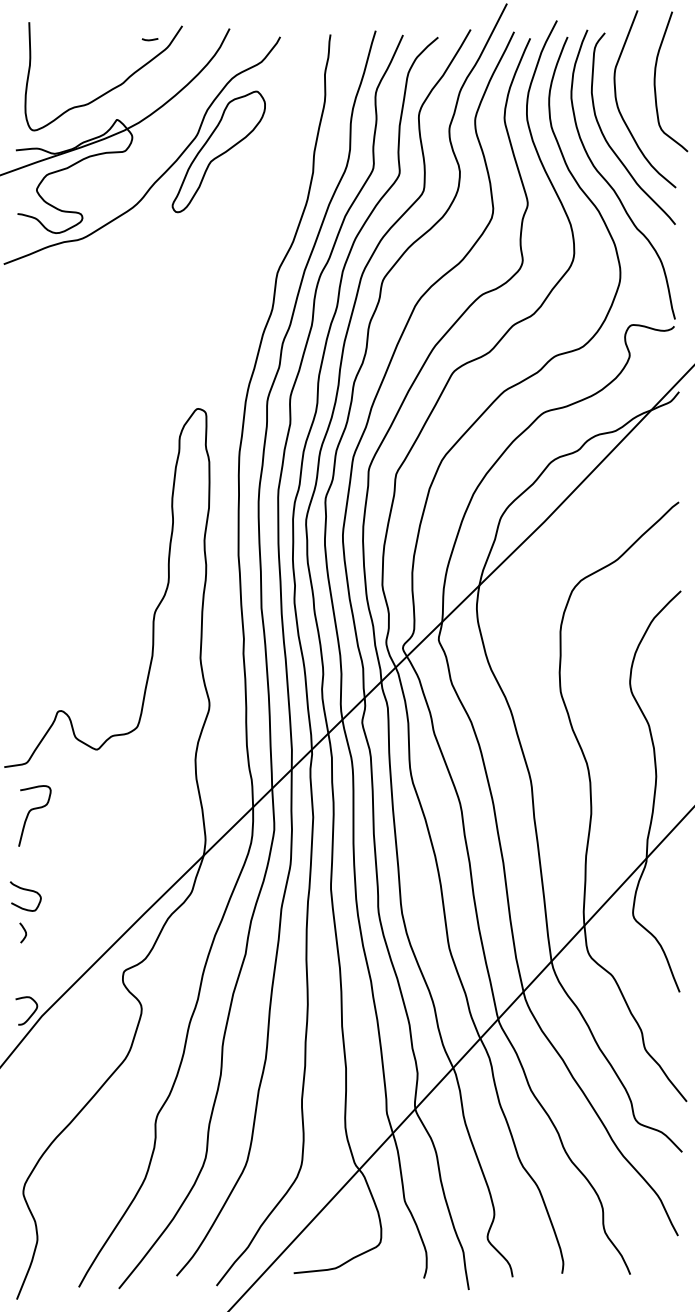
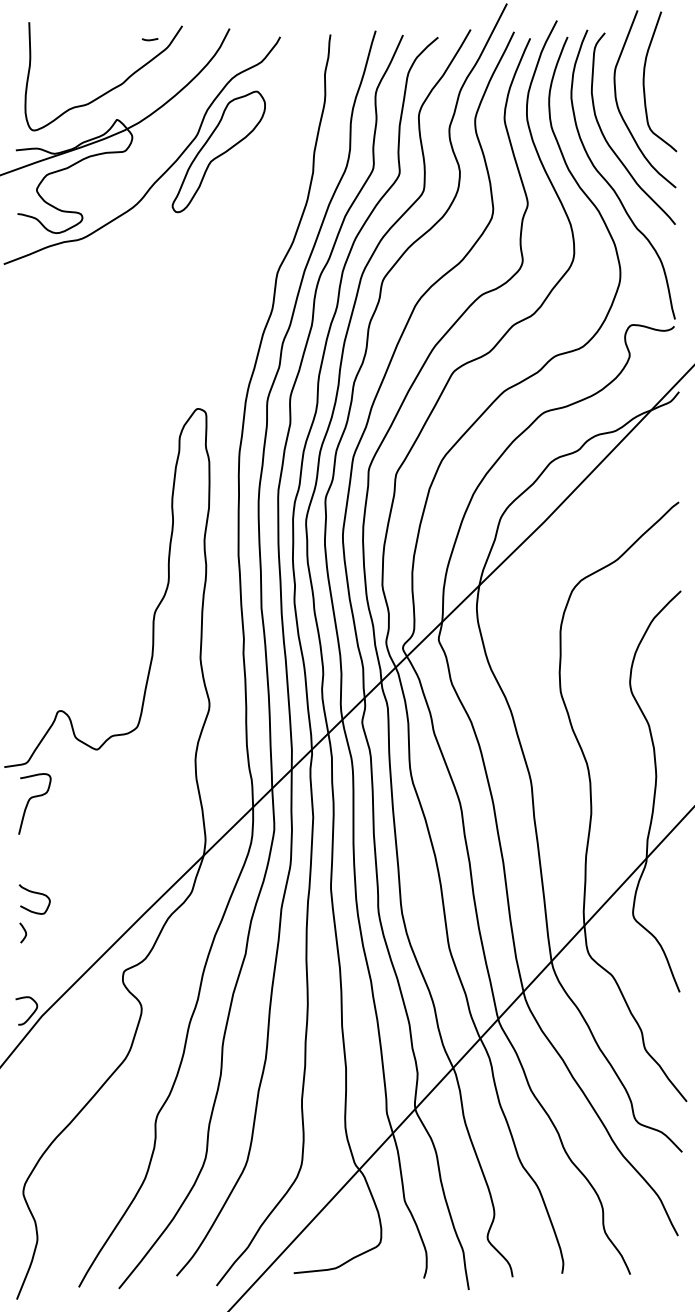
curve at (655, 81) position: (655, 81) -> (644, 81)
curve at (32, 810) position: (32, 810) -> (32, 798)
curve at (25, 890) position: (25, 890) -> (34, 893)
